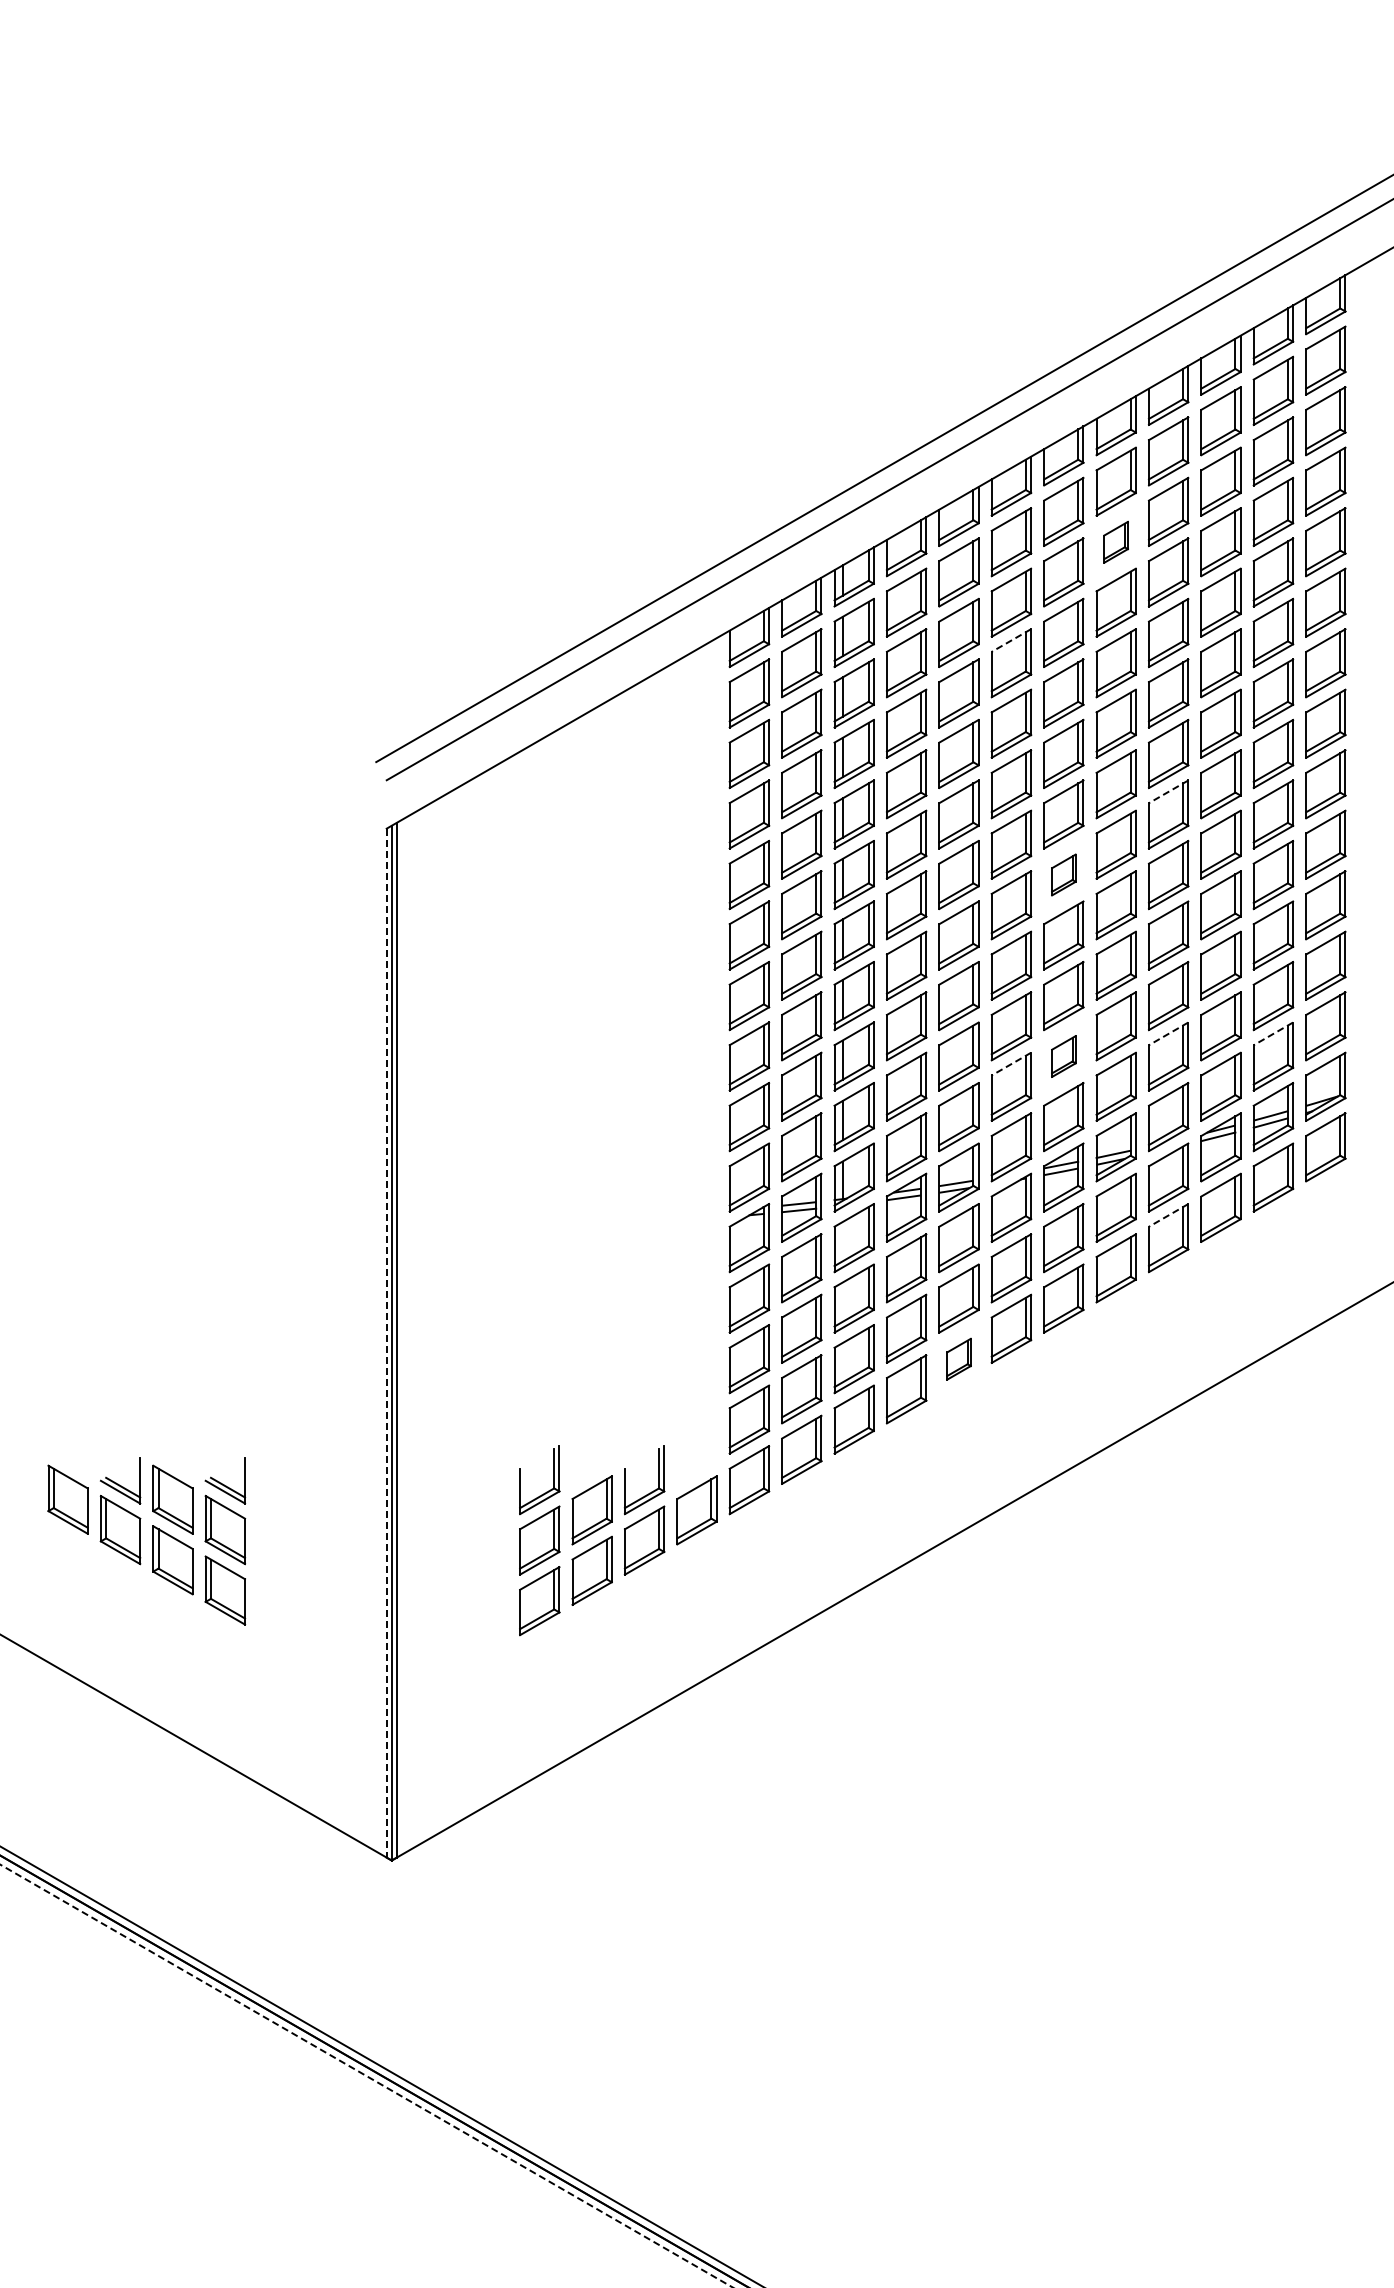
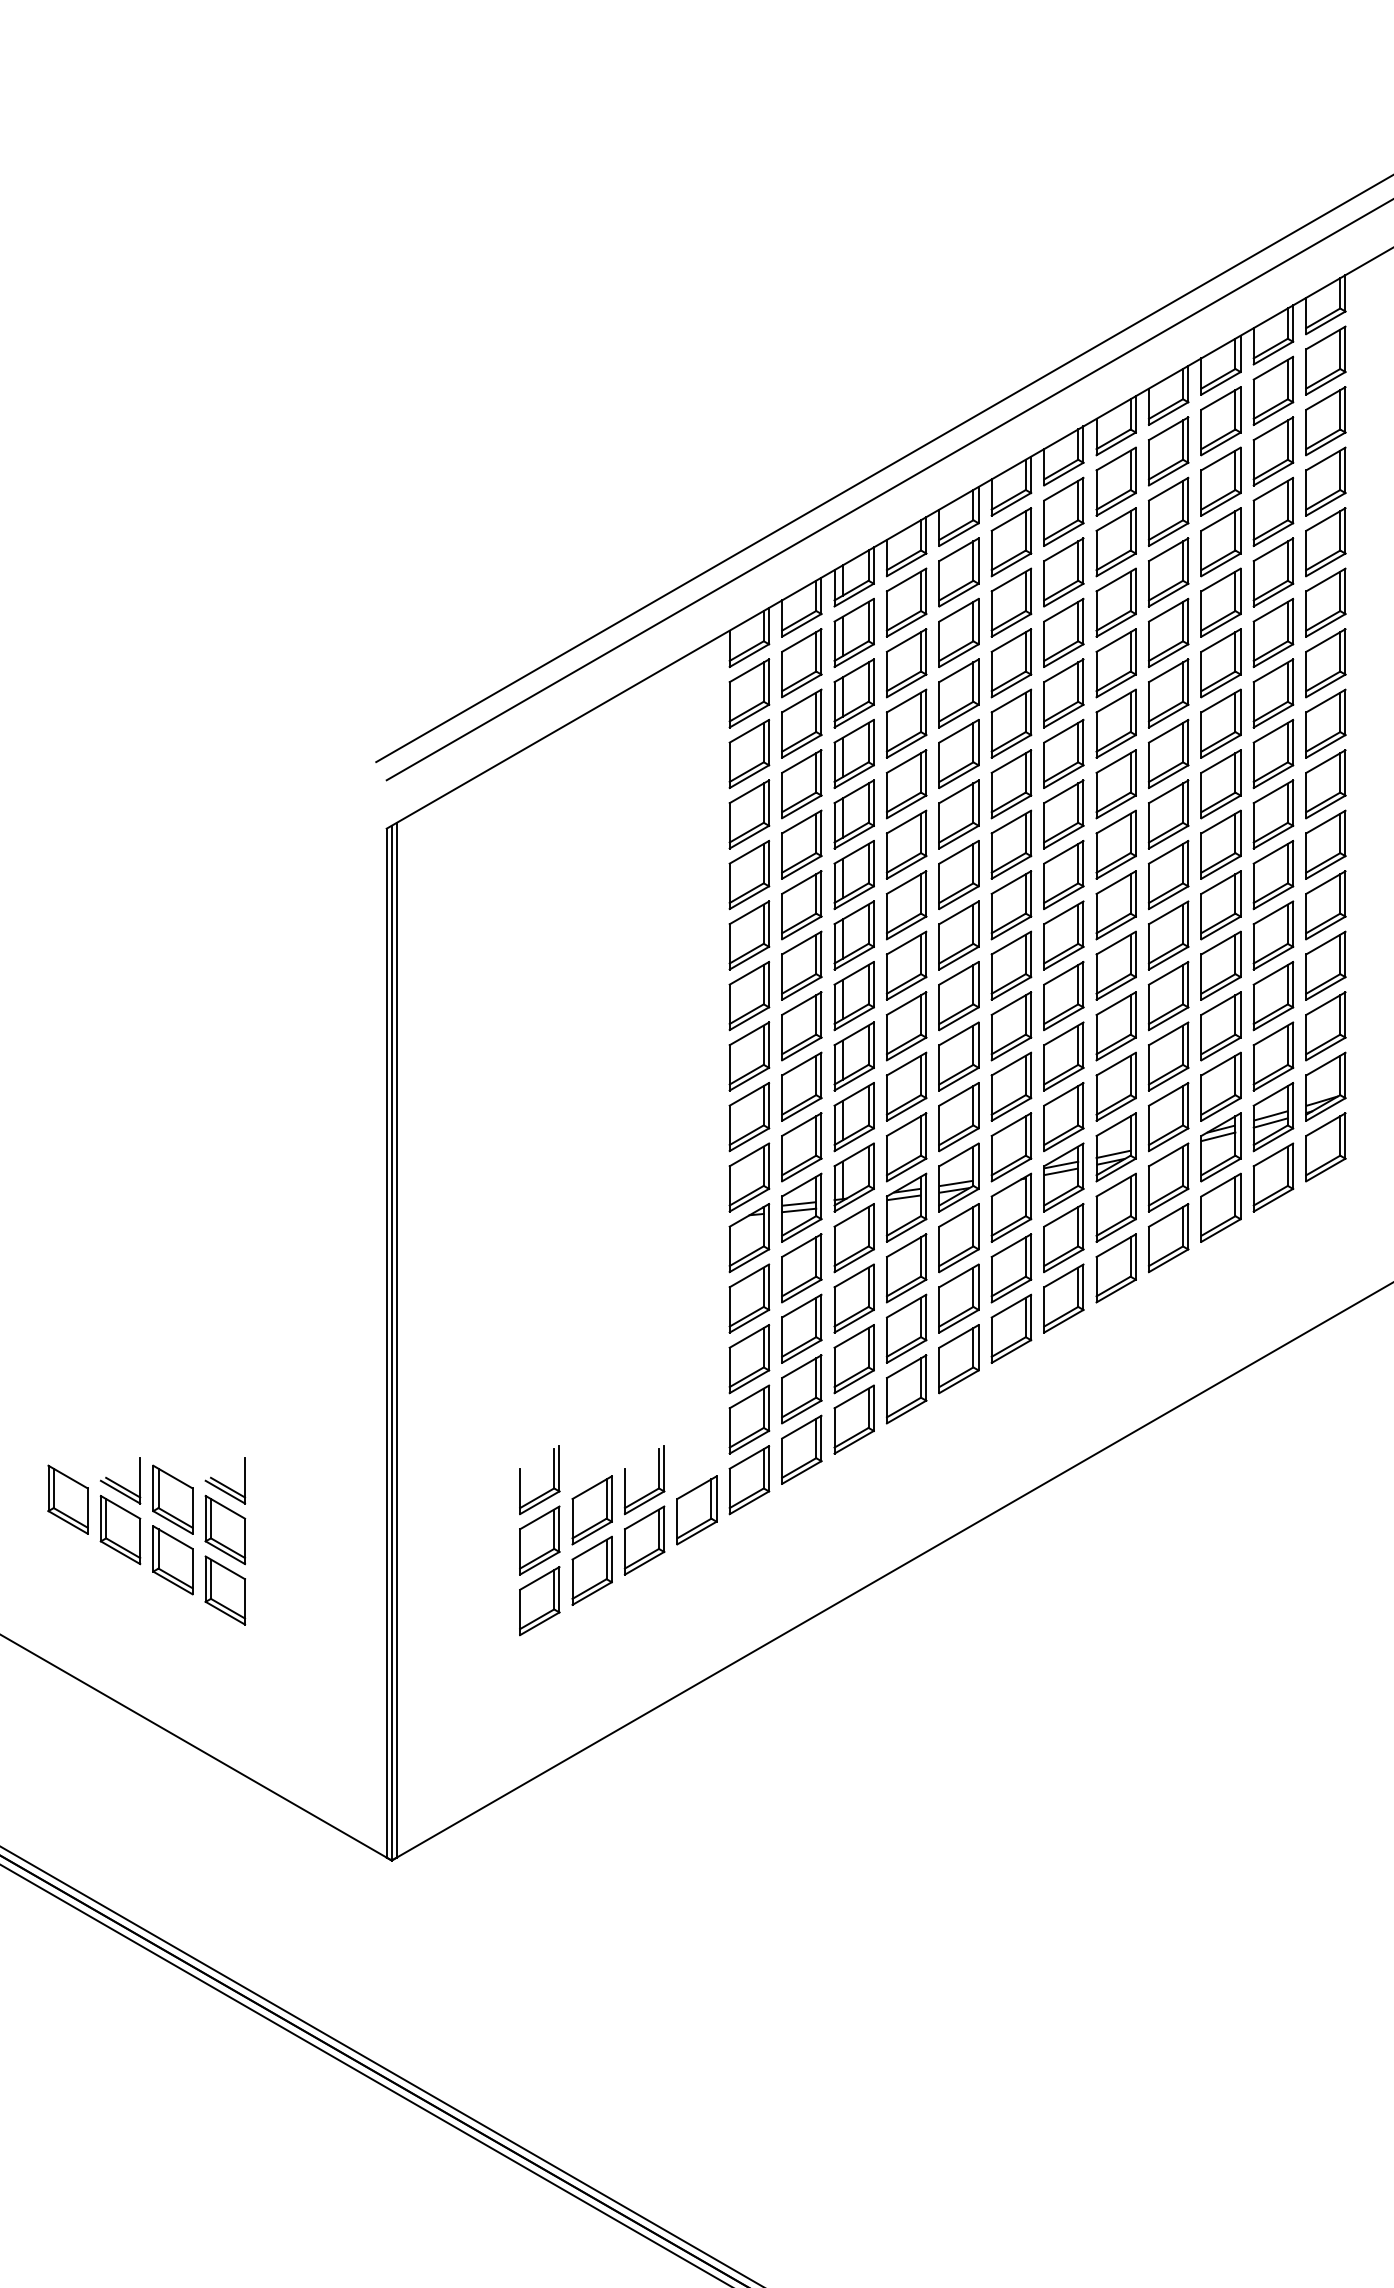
part at (1115, 541) size: 26x44 px -> 42x71 px
line at (1011, 640): dashed -> solid
line at (1168, 791): dashed -> solid
part at (1063, 874) size: 26x44 px -> 42x70 px
line at (1168, 1033): dashed -> solid
line at (1273, 1033): dashed -> solid
part at (1063, 1056) size: 26x43 px -> 42x71 px
line at (1011, 1064): dashed -> solid
line at (1168, 1215): dashed -> solid
line at (386, 1343): dashed -> solid
part at (958, 1358) size: 26x44 px -> 42x71 px
line at (366, 2076): dashed -> solid
